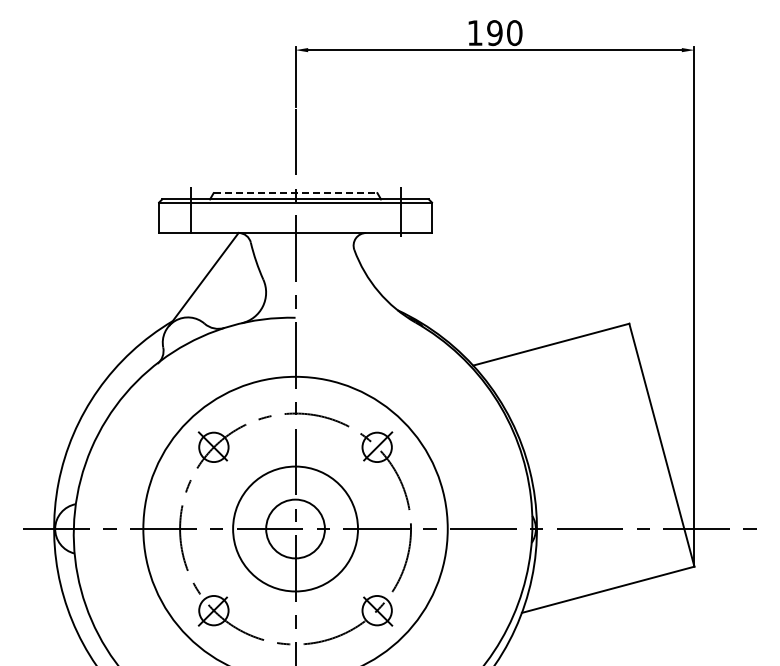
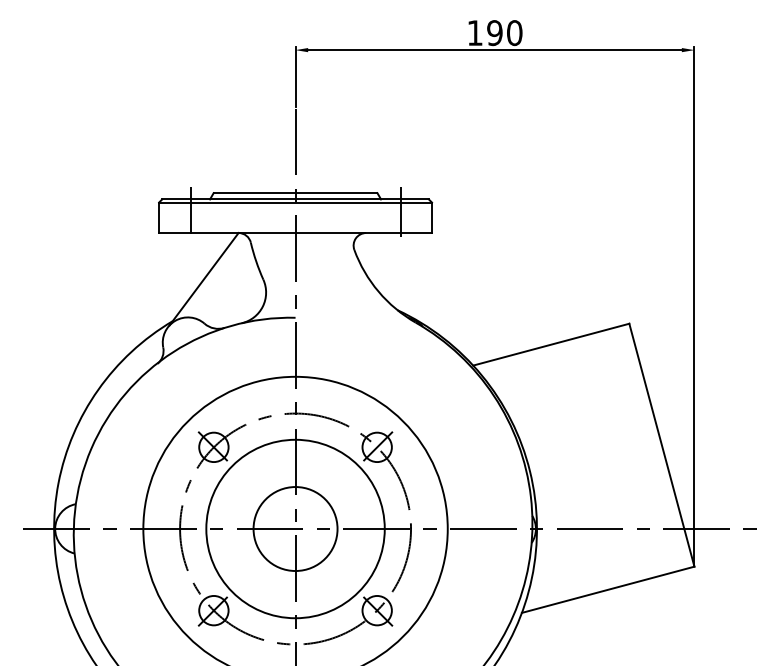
line at (295, 193): dashed -> solid
circle at (295, 528) diameter: 125 px -> 178 px
circle at (295, 528) diameter: 59 px -> 84 px
